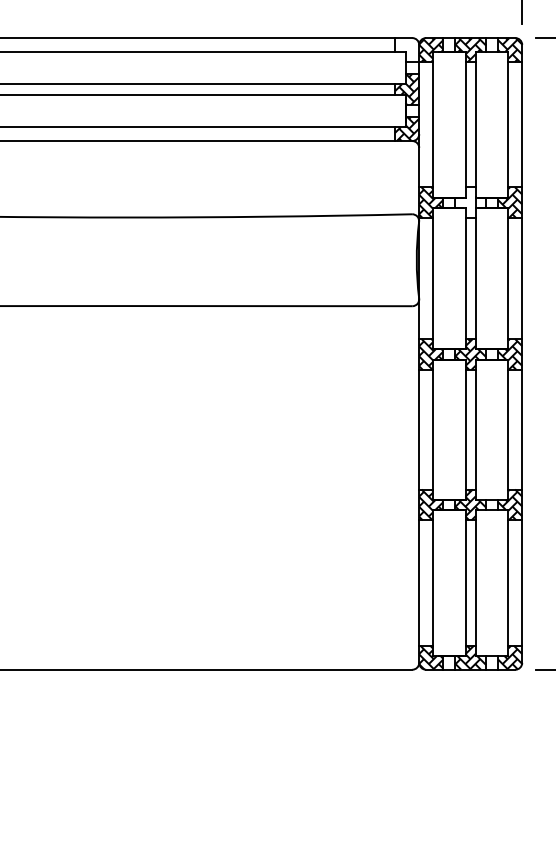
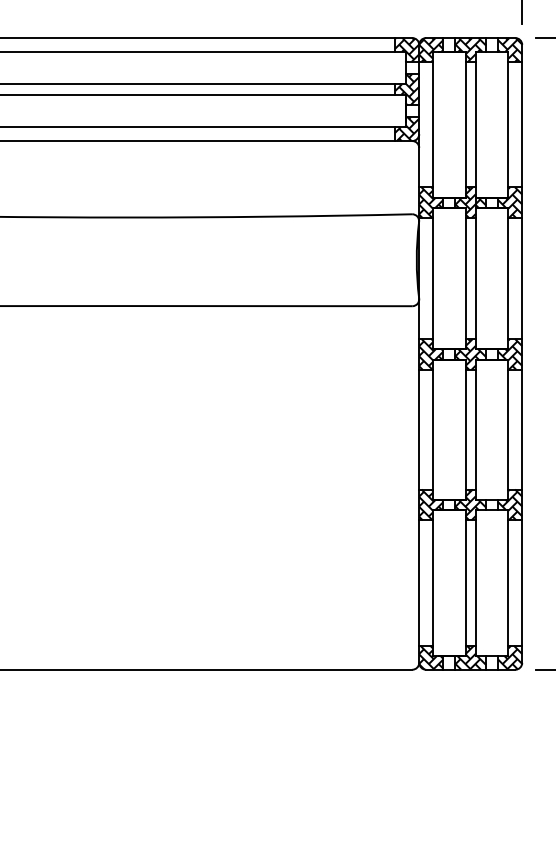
hatch at (407, 50): none -> present
hatch at (470, 202): none -> present
